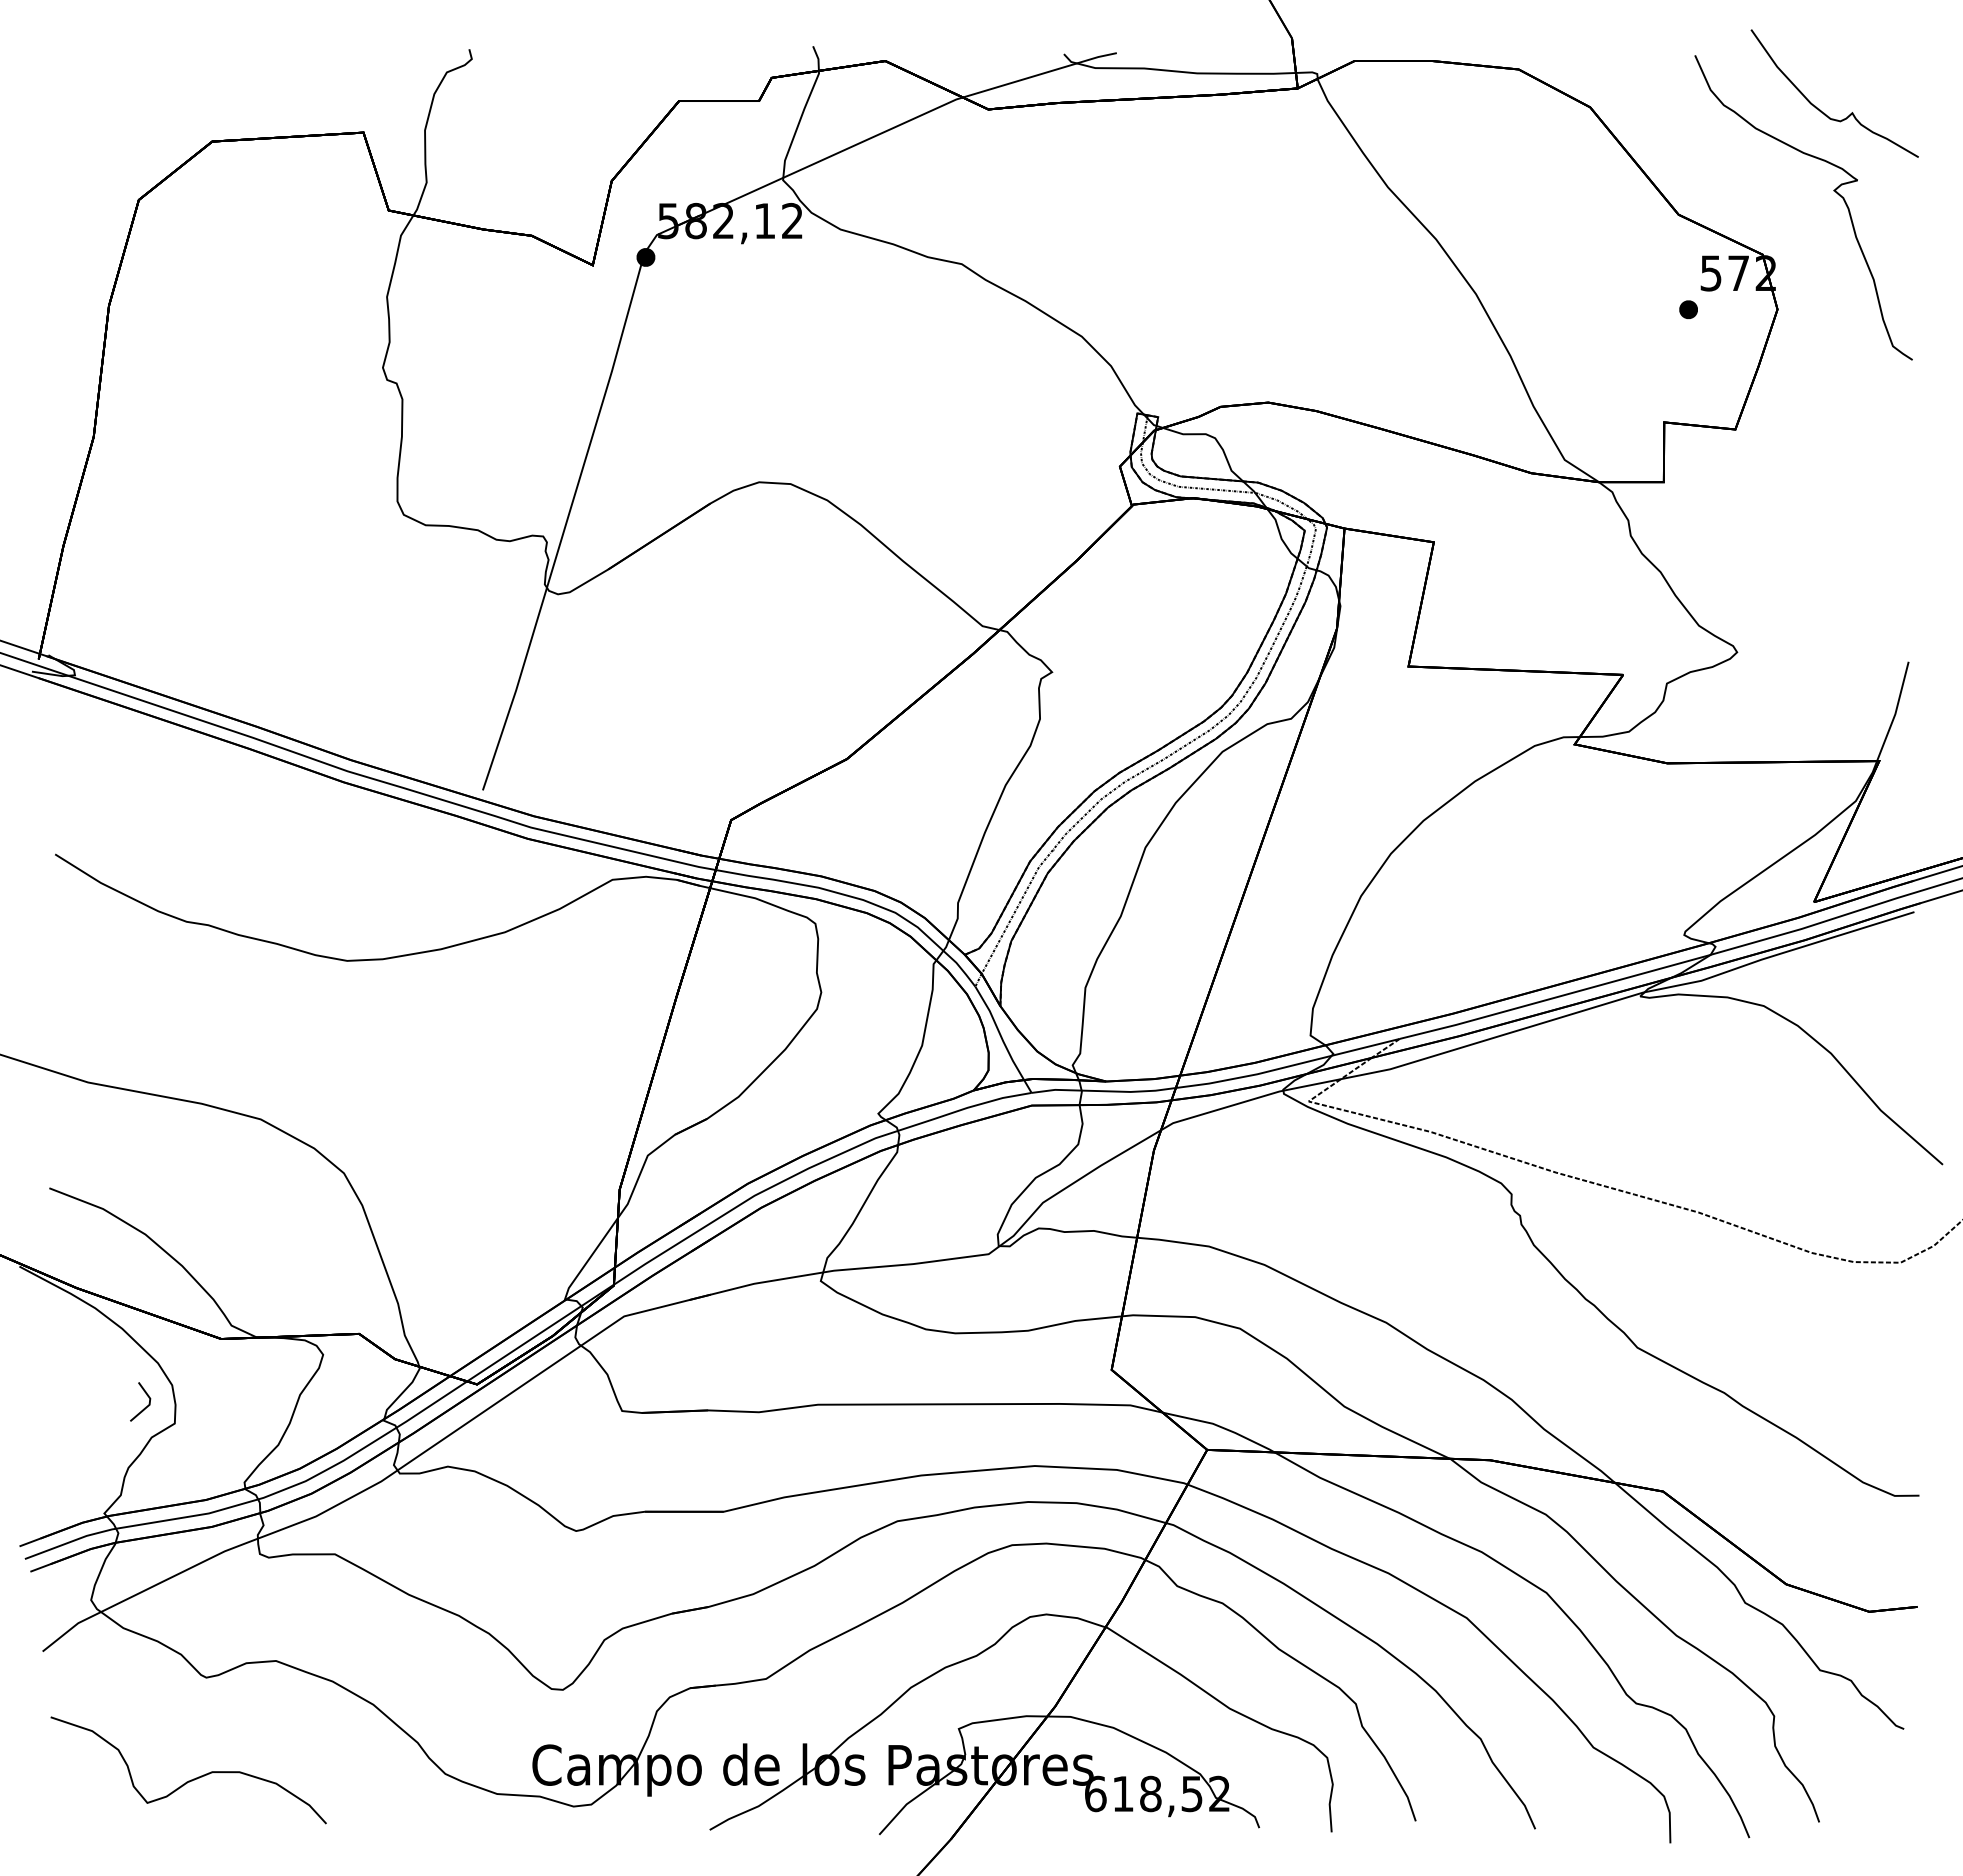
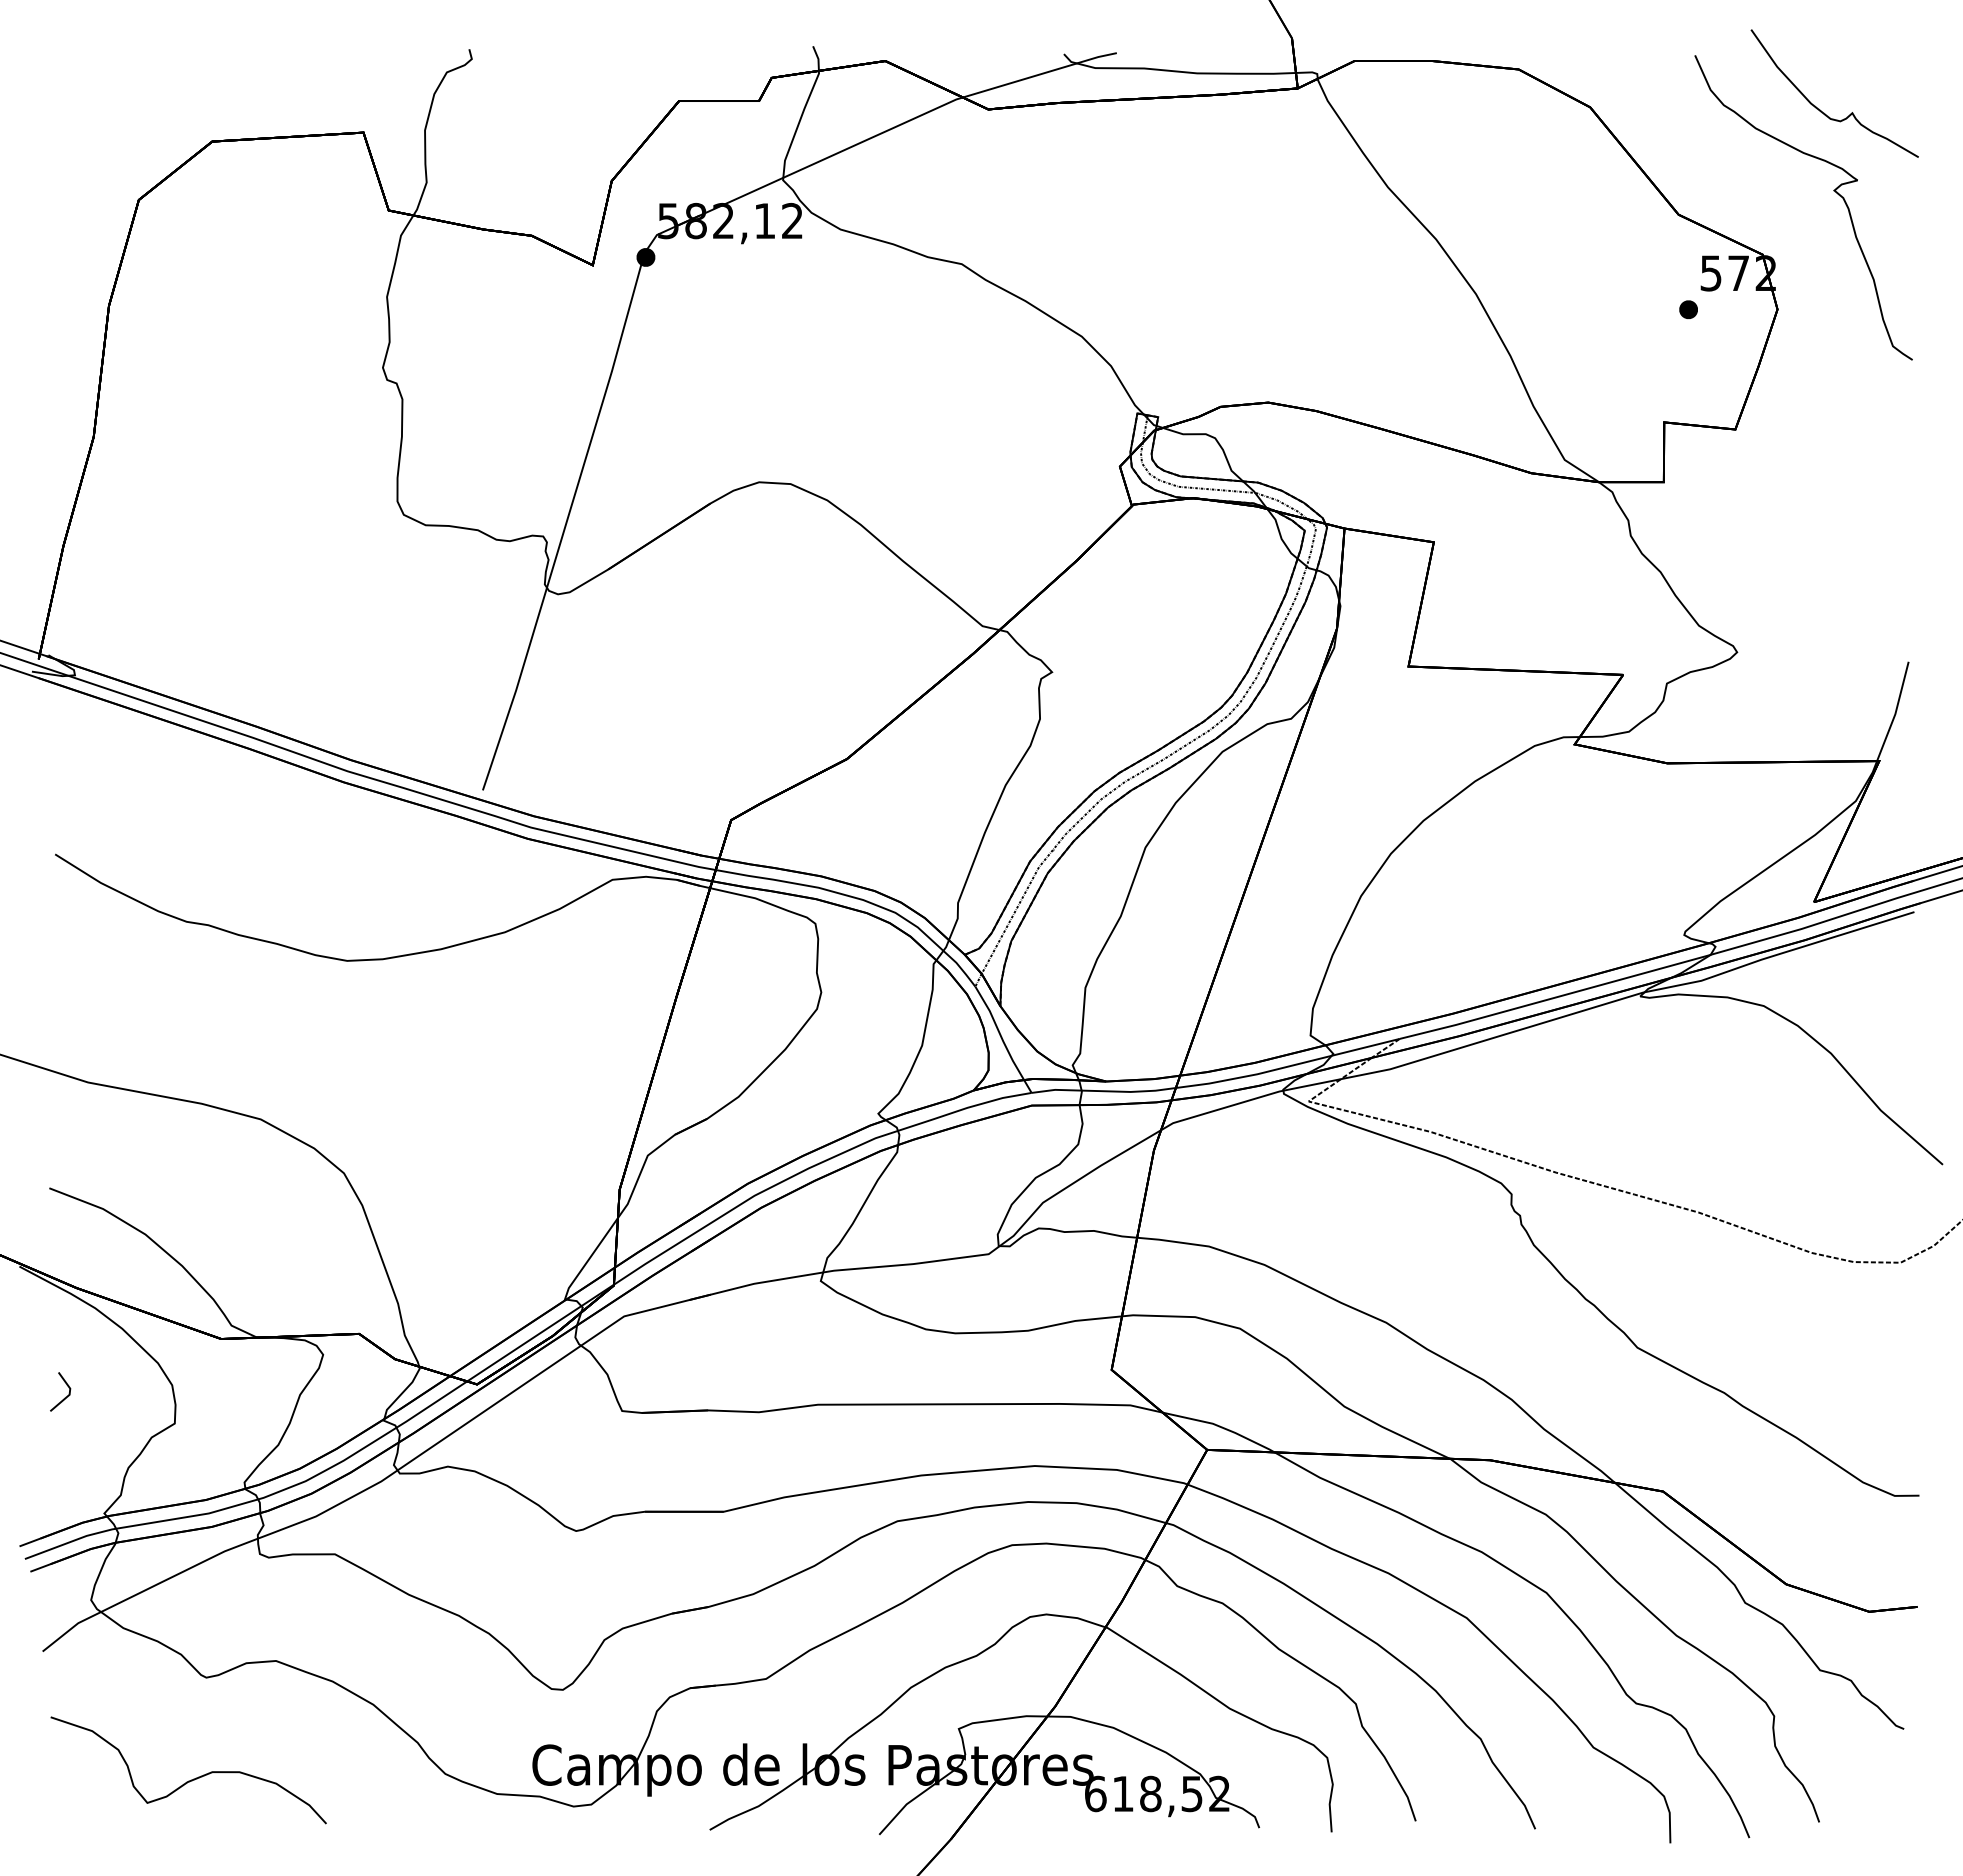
line at (144, 1407) position: (144, 1407) -> (64, 1397)
